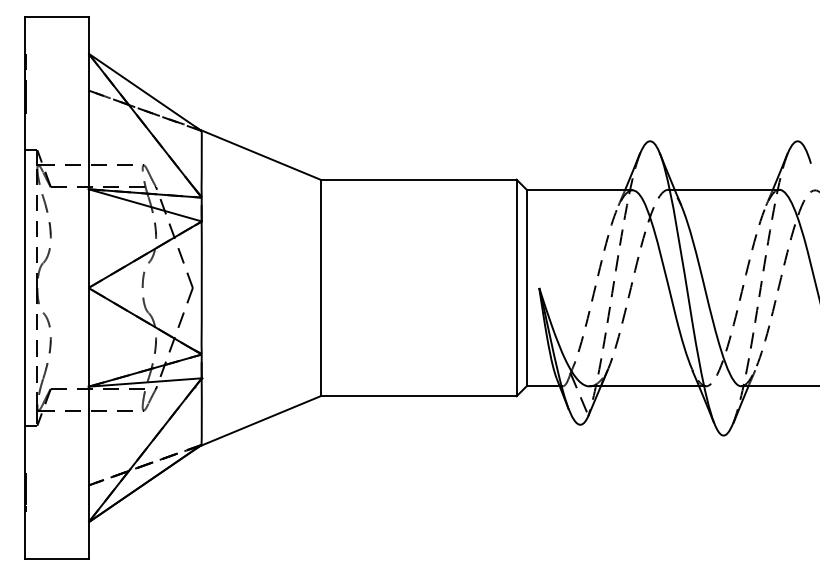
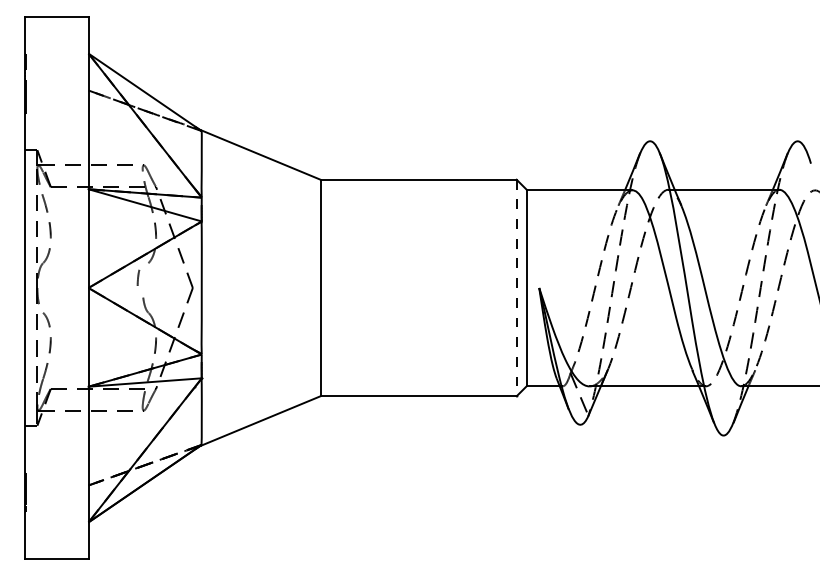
line at (143, 279) position: (143, 279) -> (138, 277)
line at (516, 288): solid -> dashed
